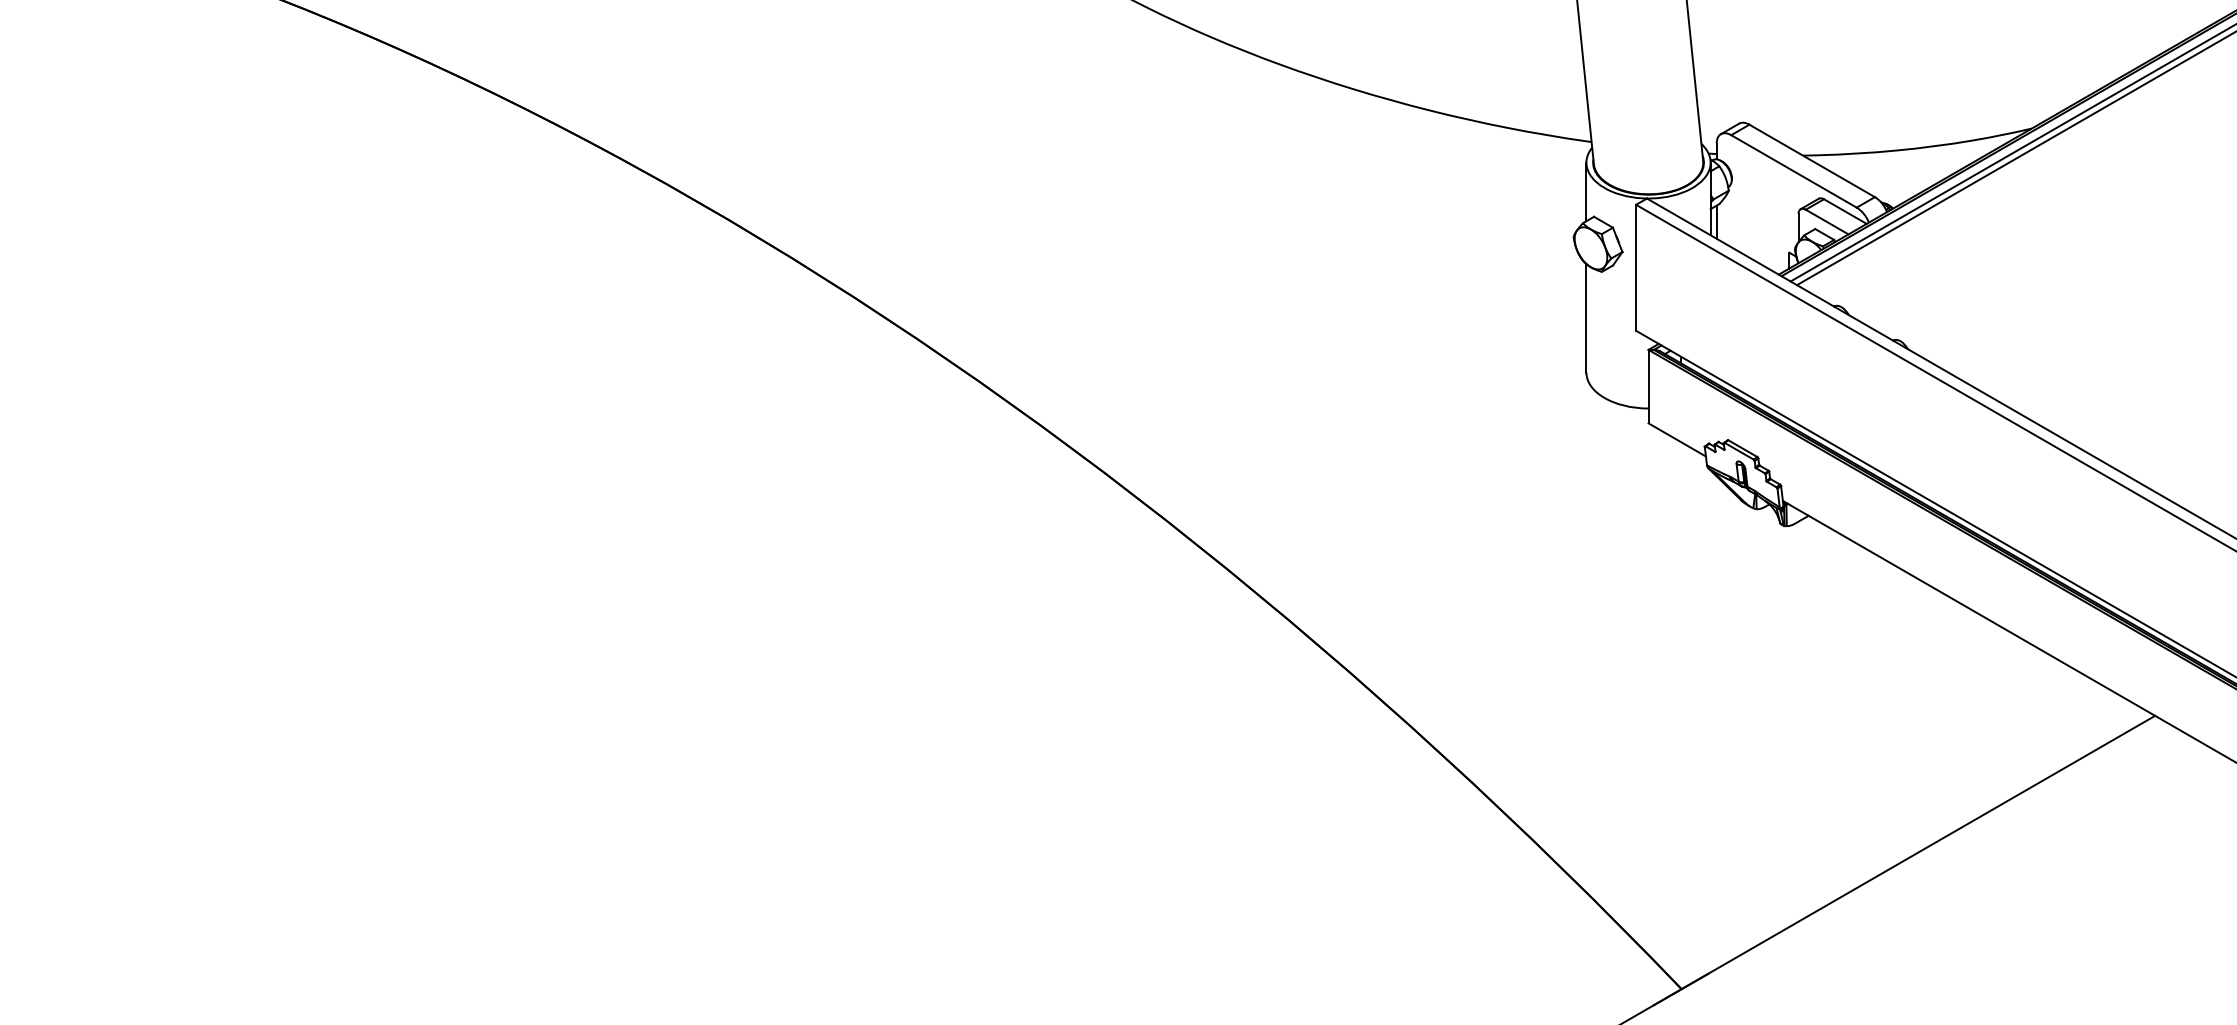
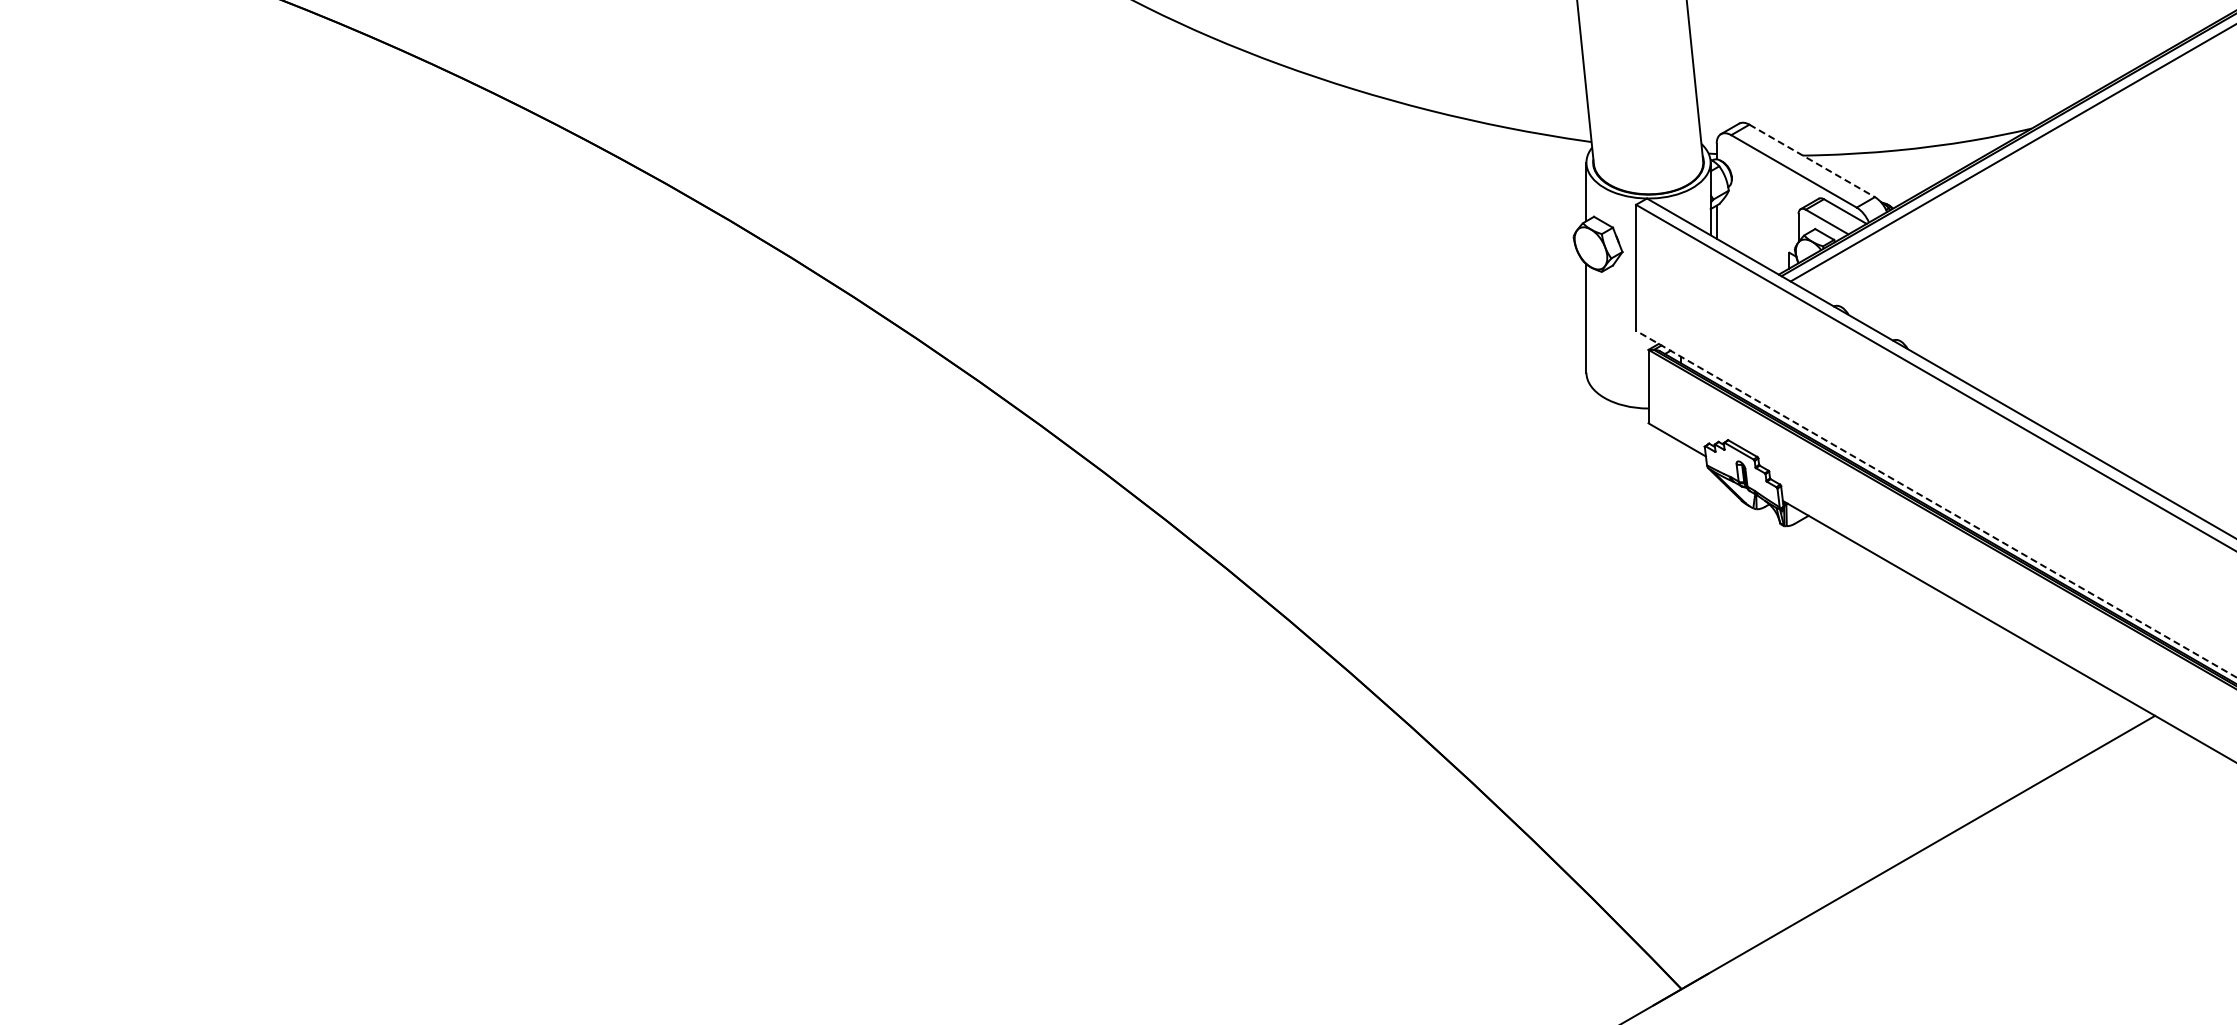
line at (2015, 158): present -> none
line at (1812, 161): solid -> dashed
line at (1936, 504): solid -> dashed
